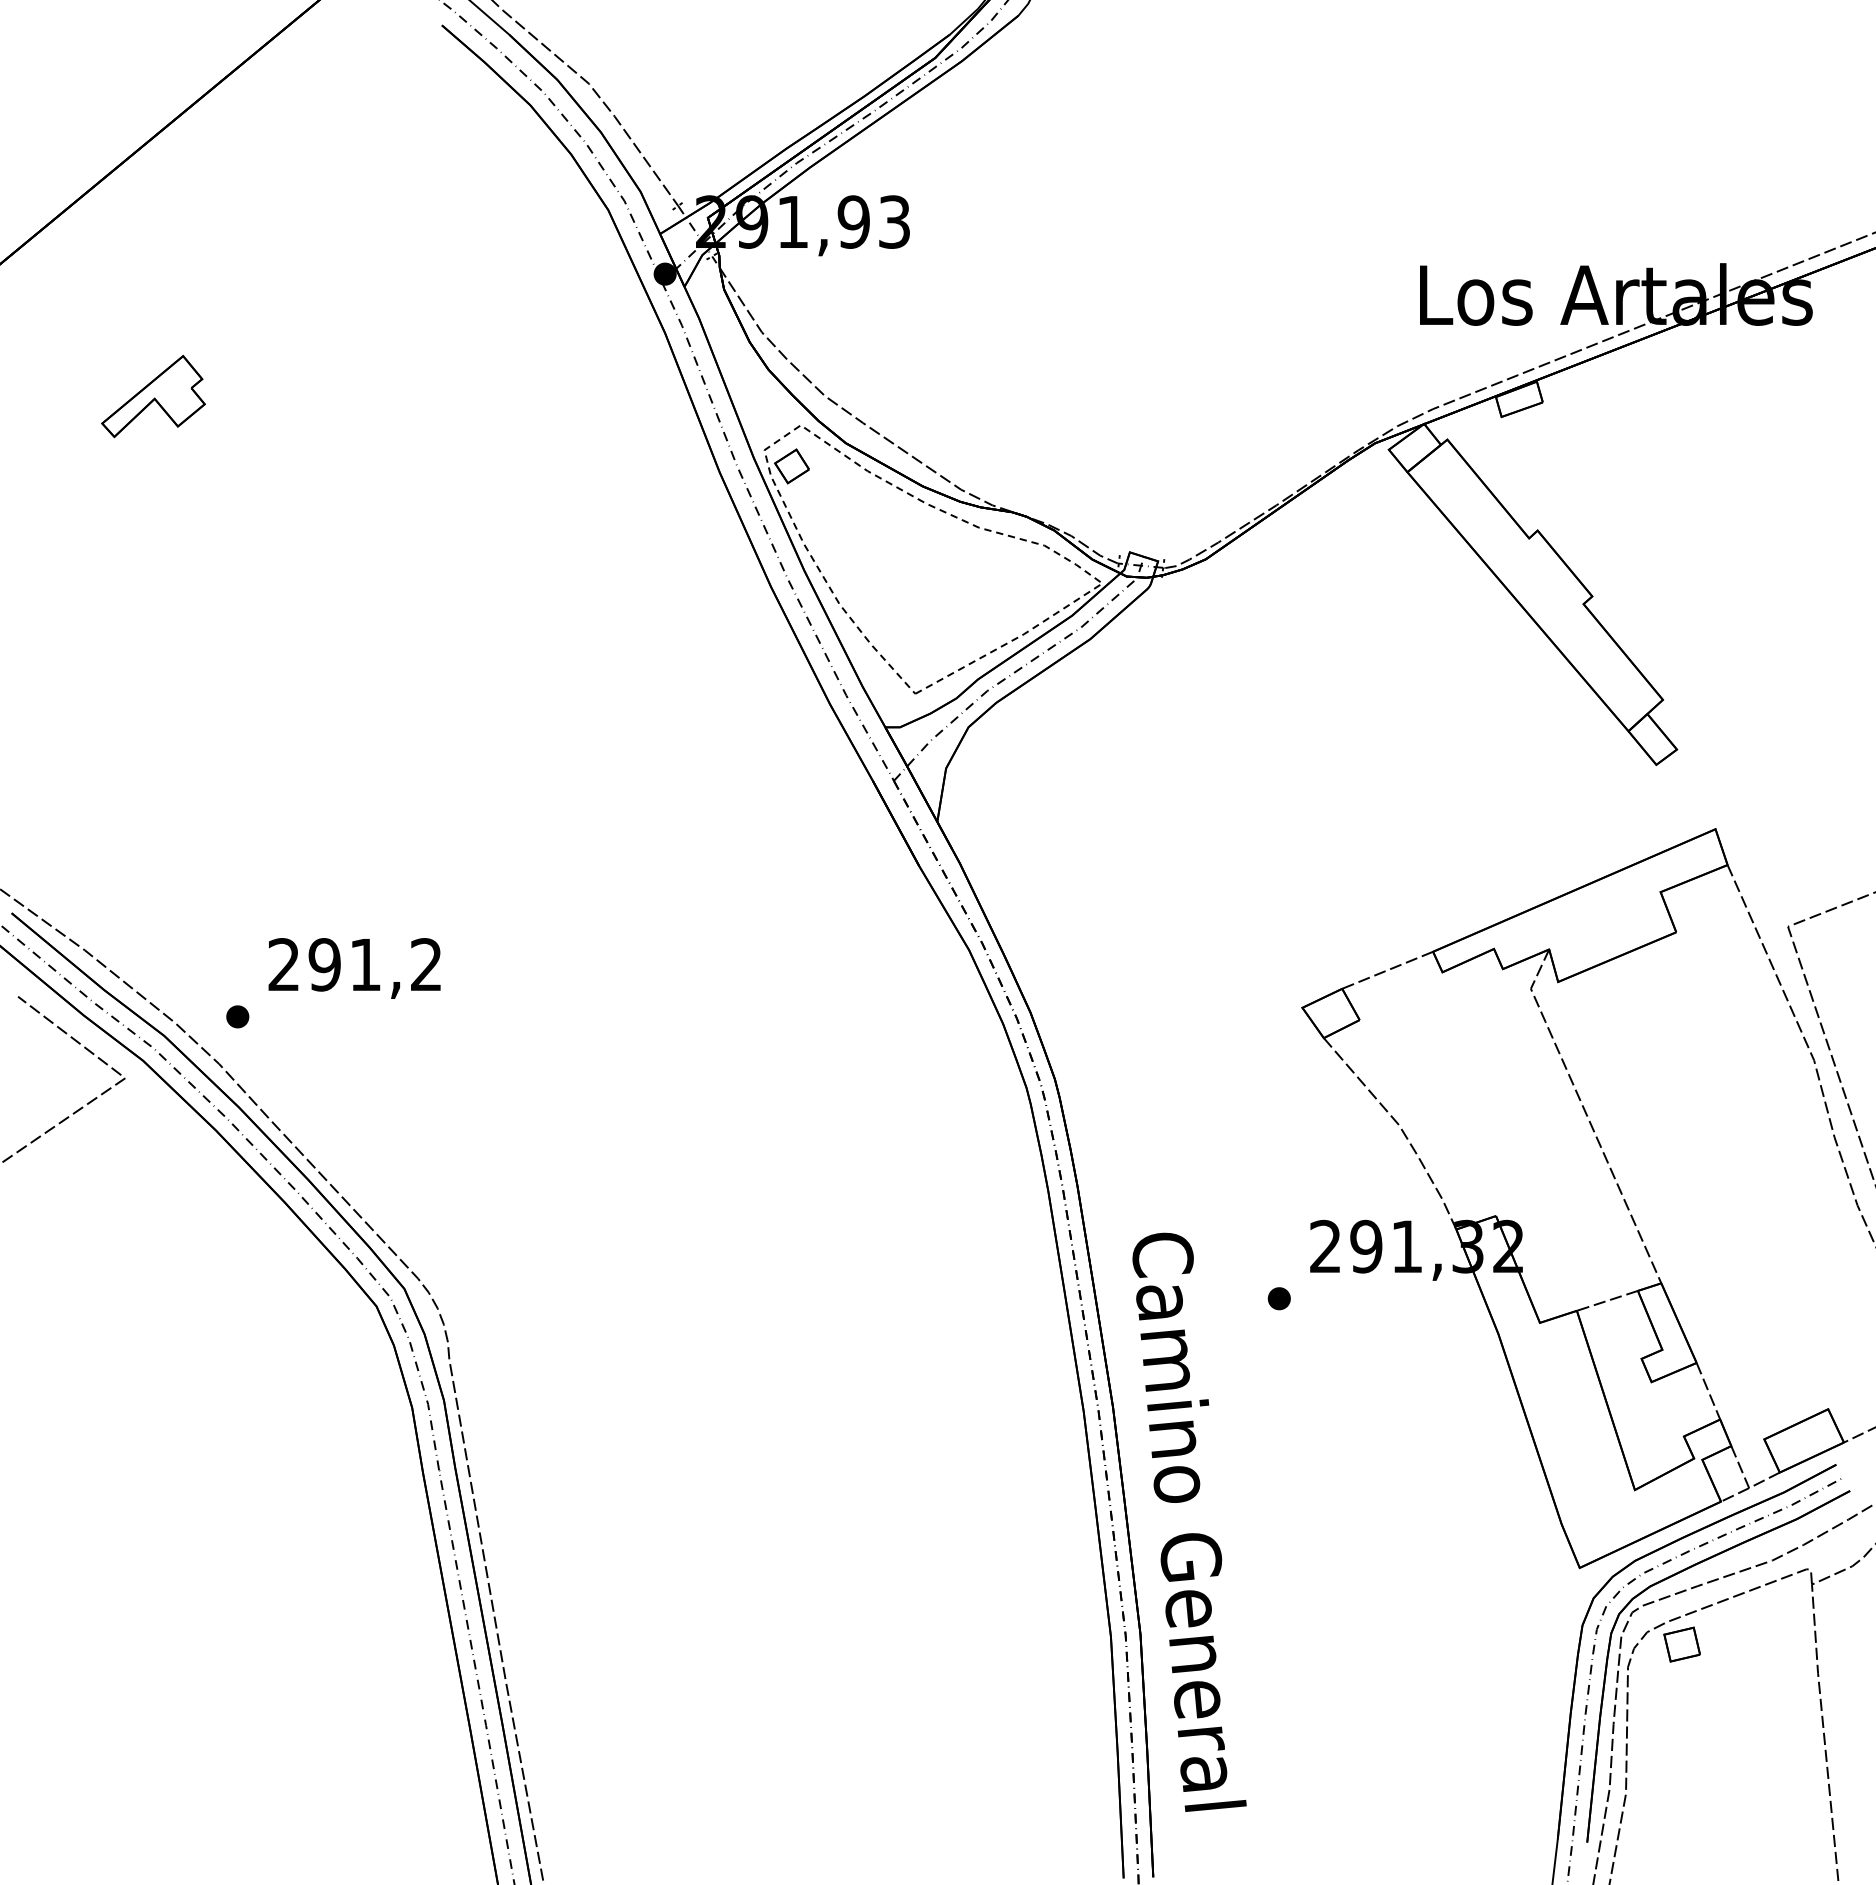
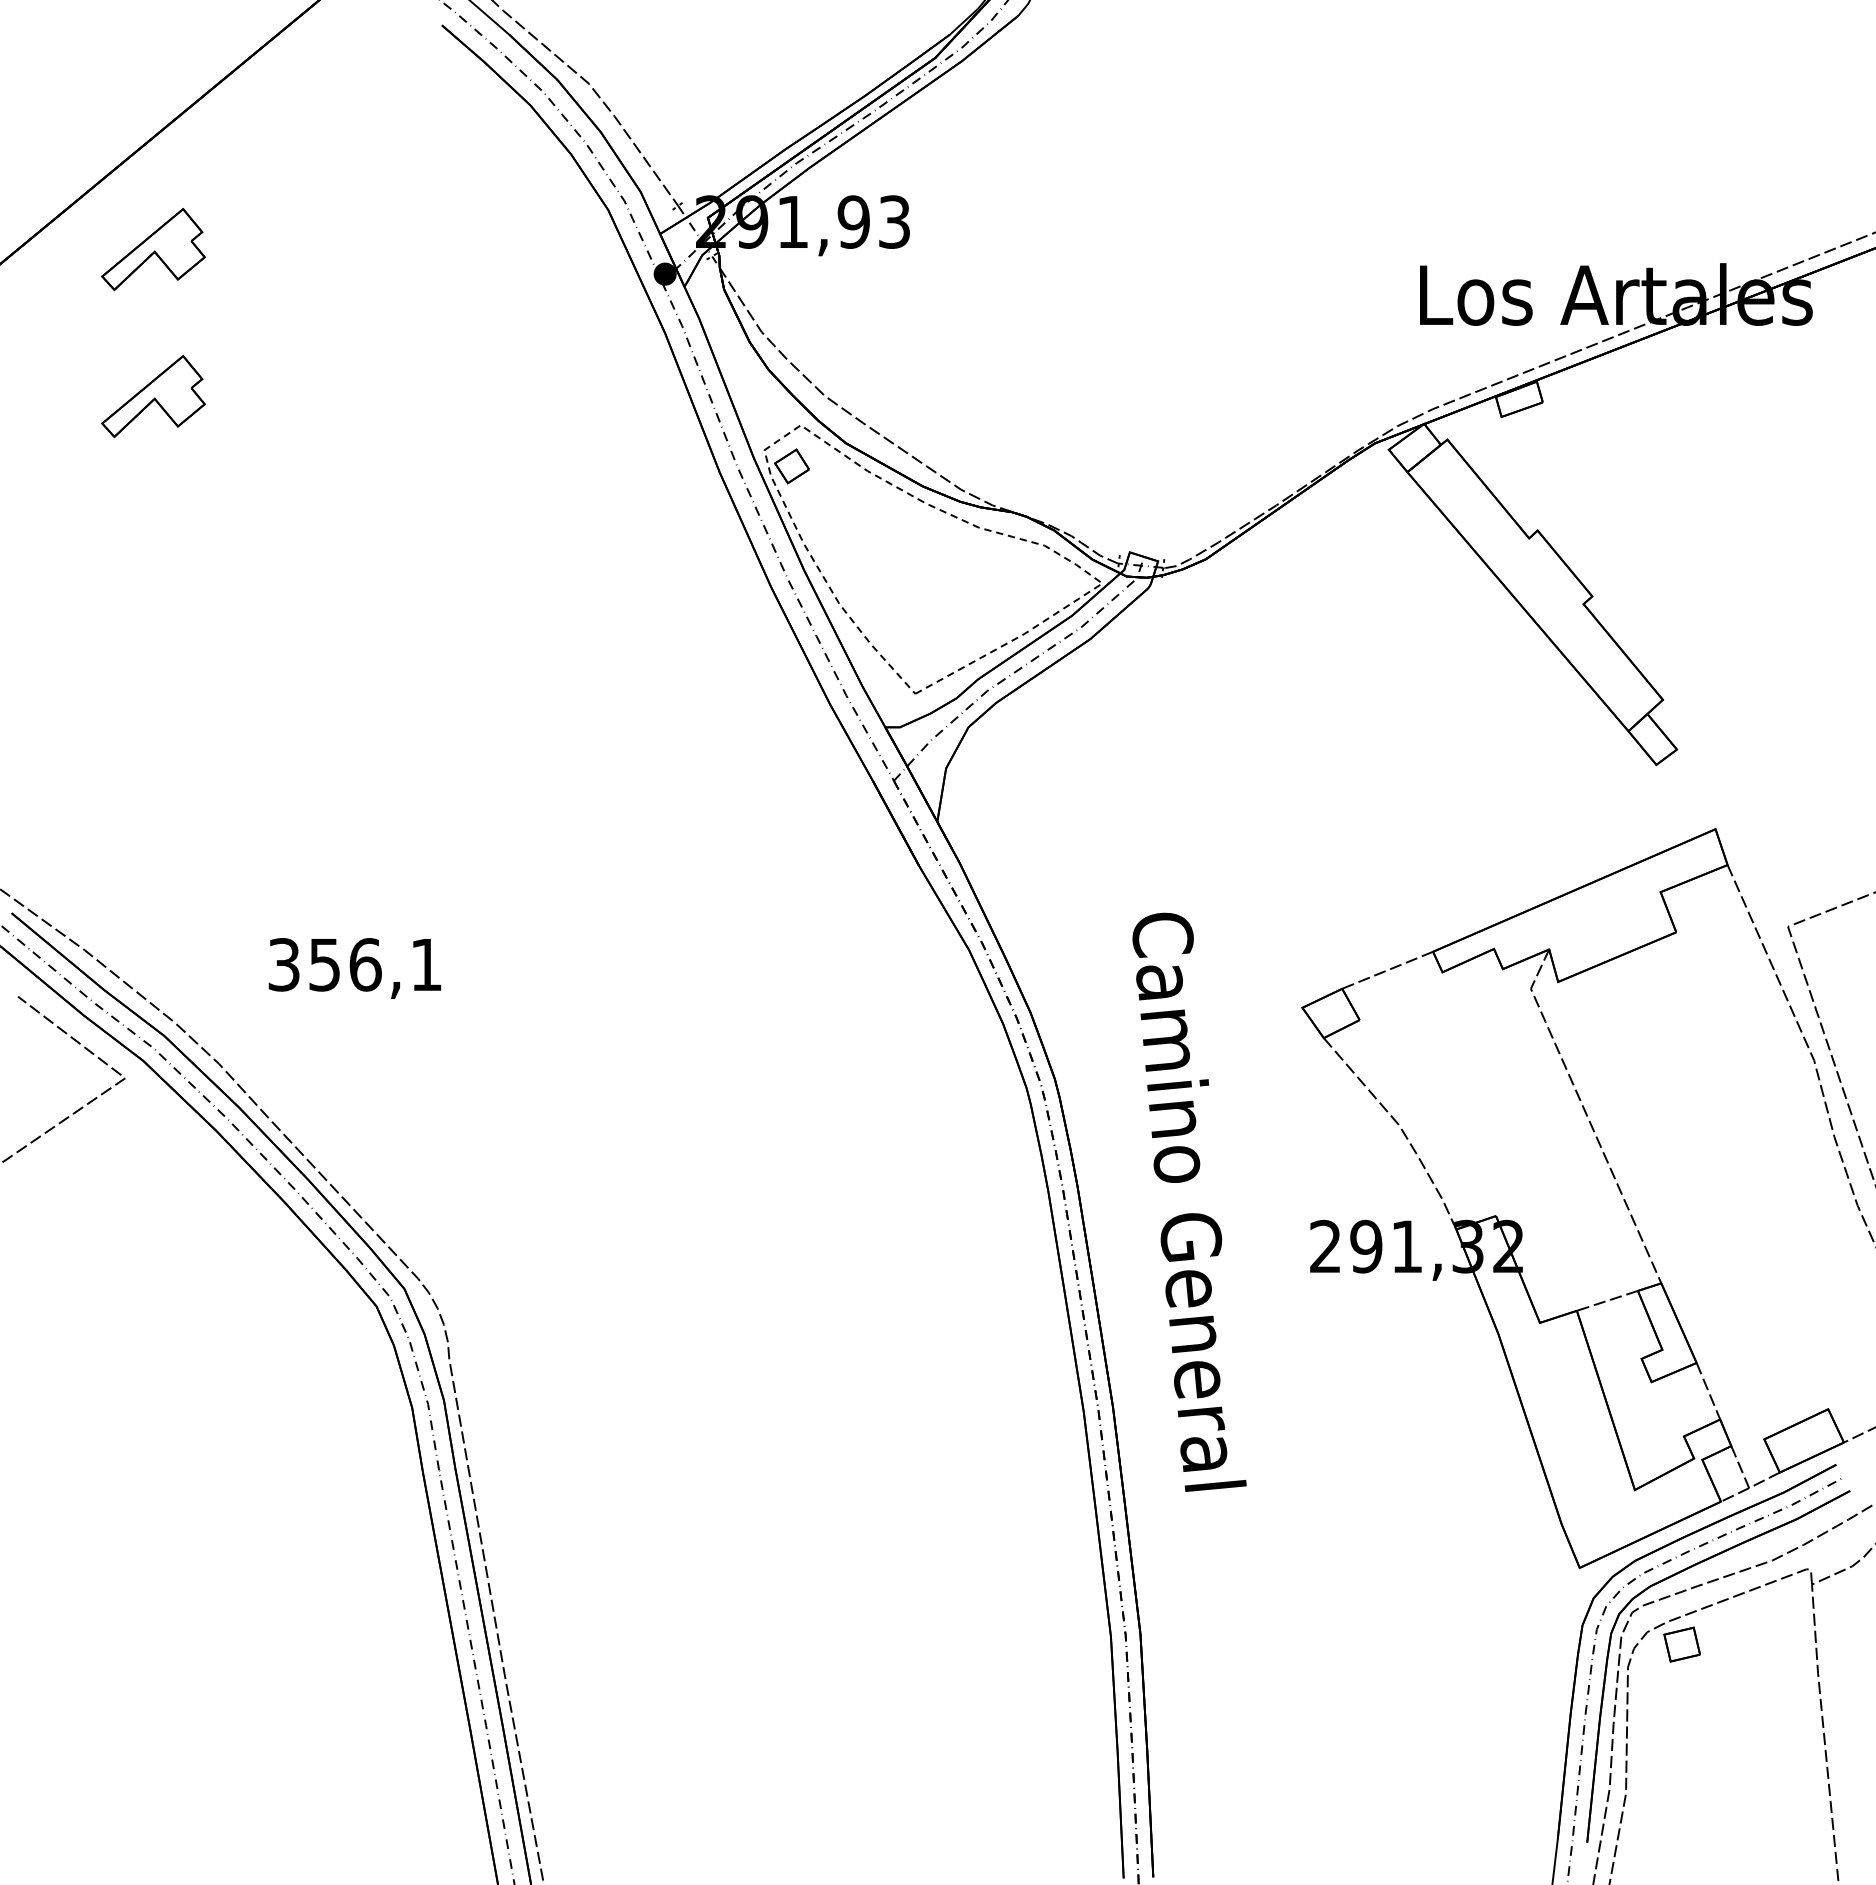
part at (153, 249): none -> present
text at (354, 964): 291,2 -> 356,1
part at (237, 1016): present -> none
part at (1278, 1298): present -> none
text at (1189, 1521) position: (1189, 1521) -> (1189, 1201)
